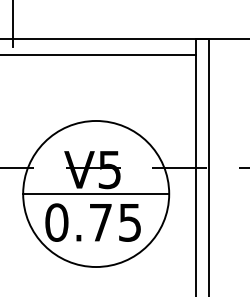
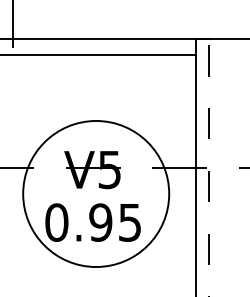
line at (208, 167): solid -> dashed
line at (96, 194): present -> none
text at (100, 222): 0.75 -> 0.95
